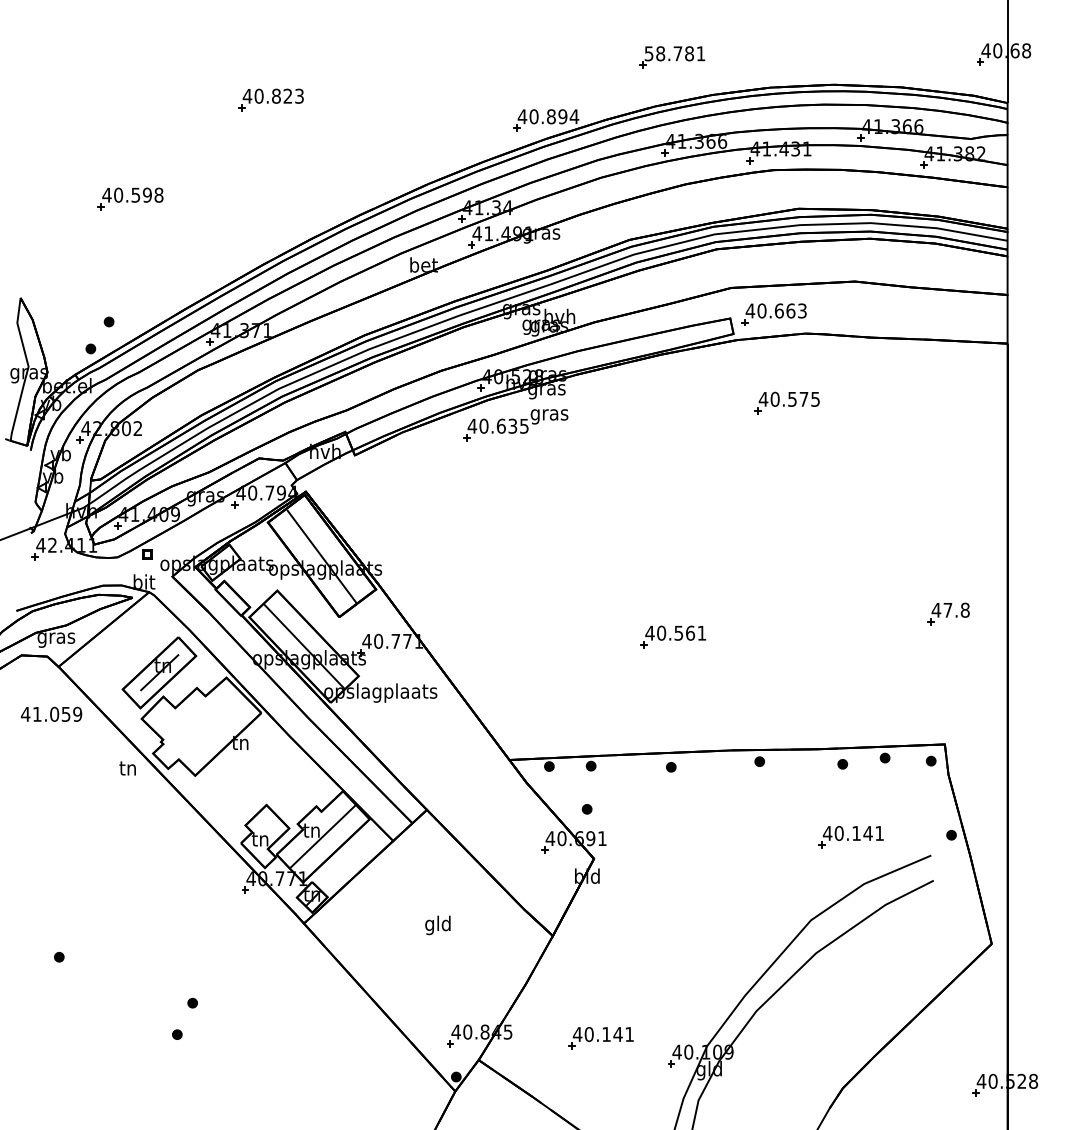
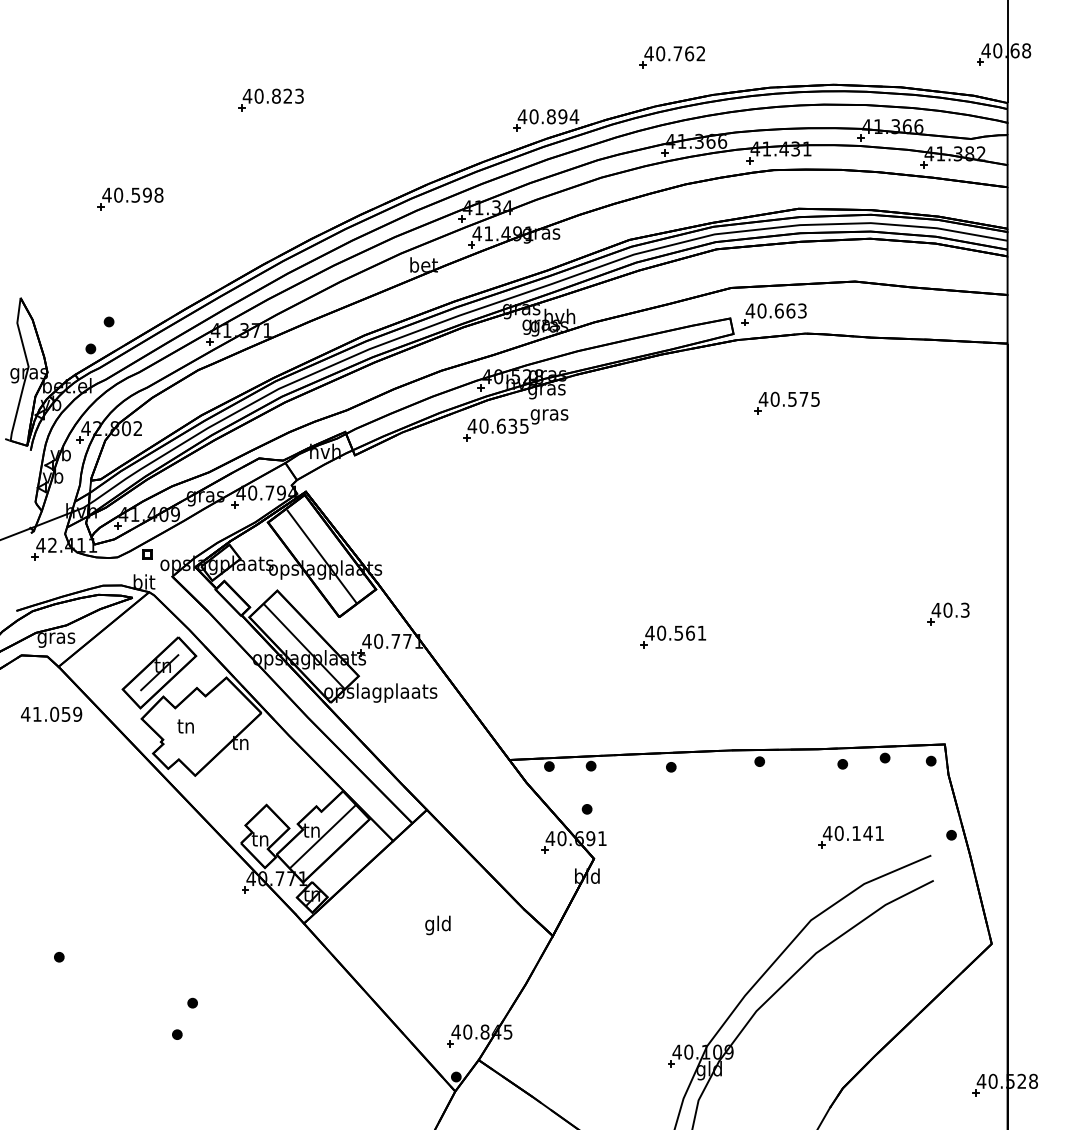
text at (674, 53): 58.781 -> 40.762
text at (956, 609): 47.8 -> 40.3
text at (127, 768) position: (127, 768) -> (185, 726)
part at (600, 1038): present -> none
